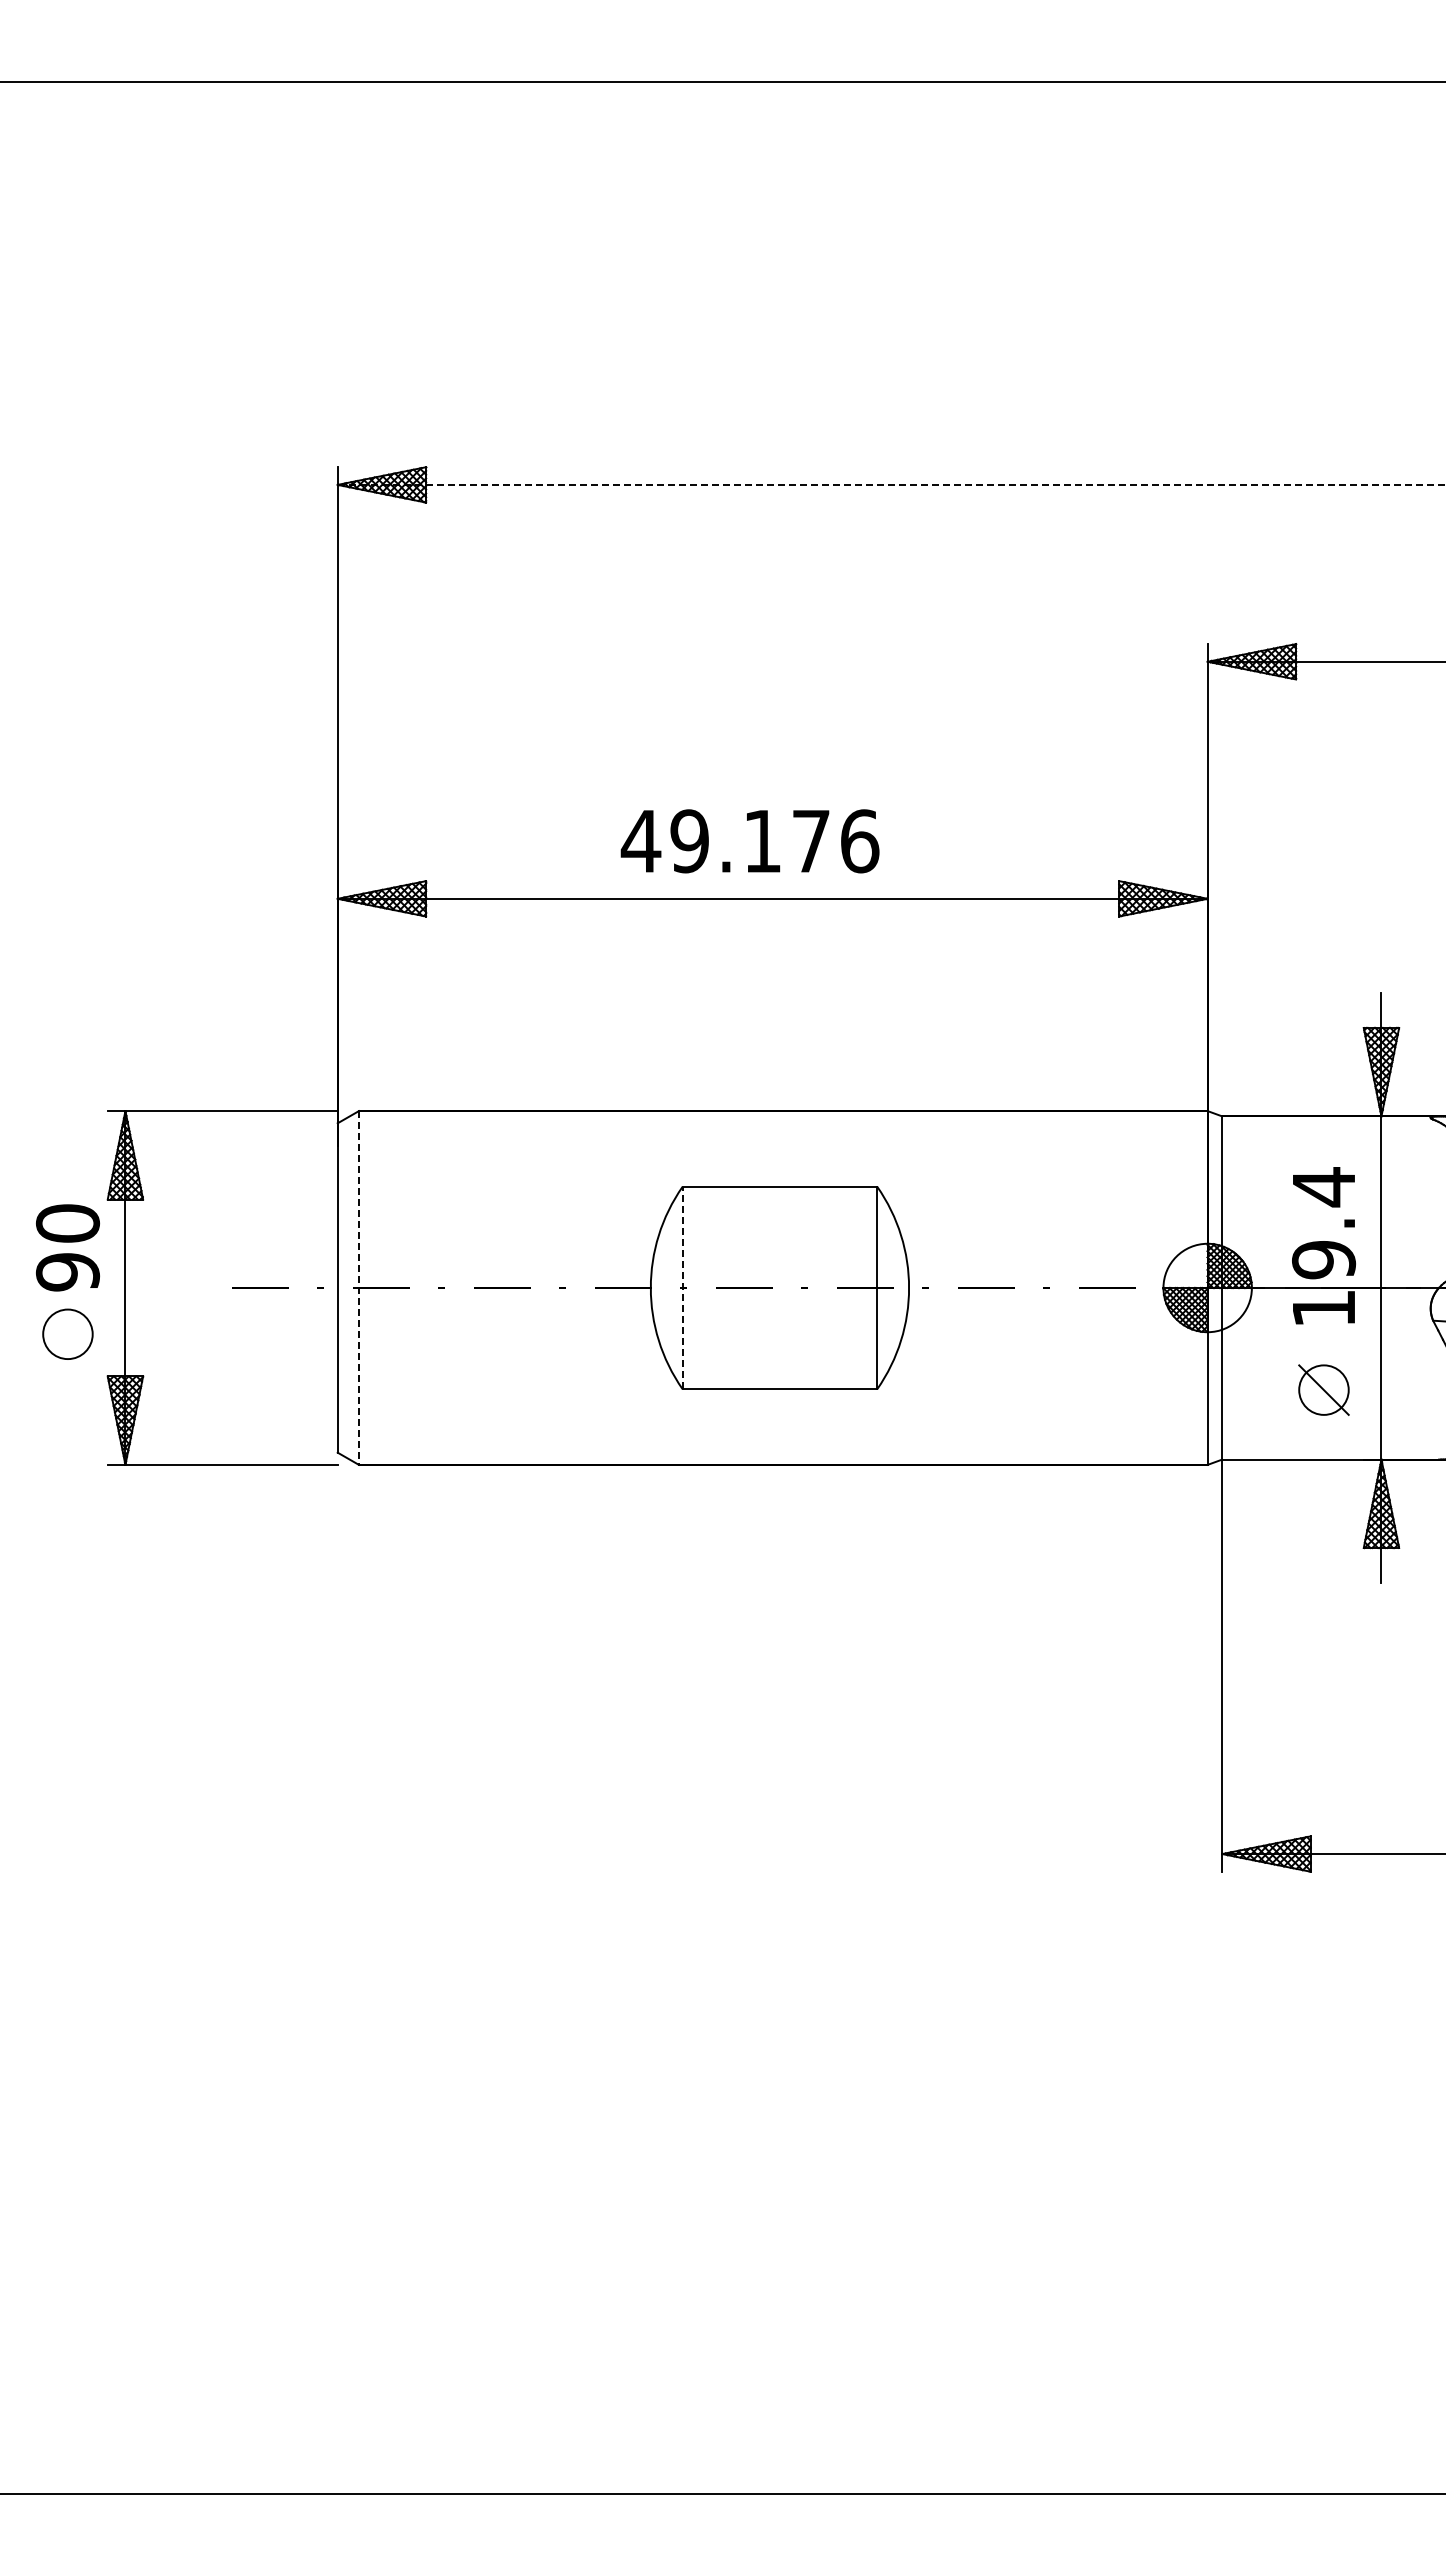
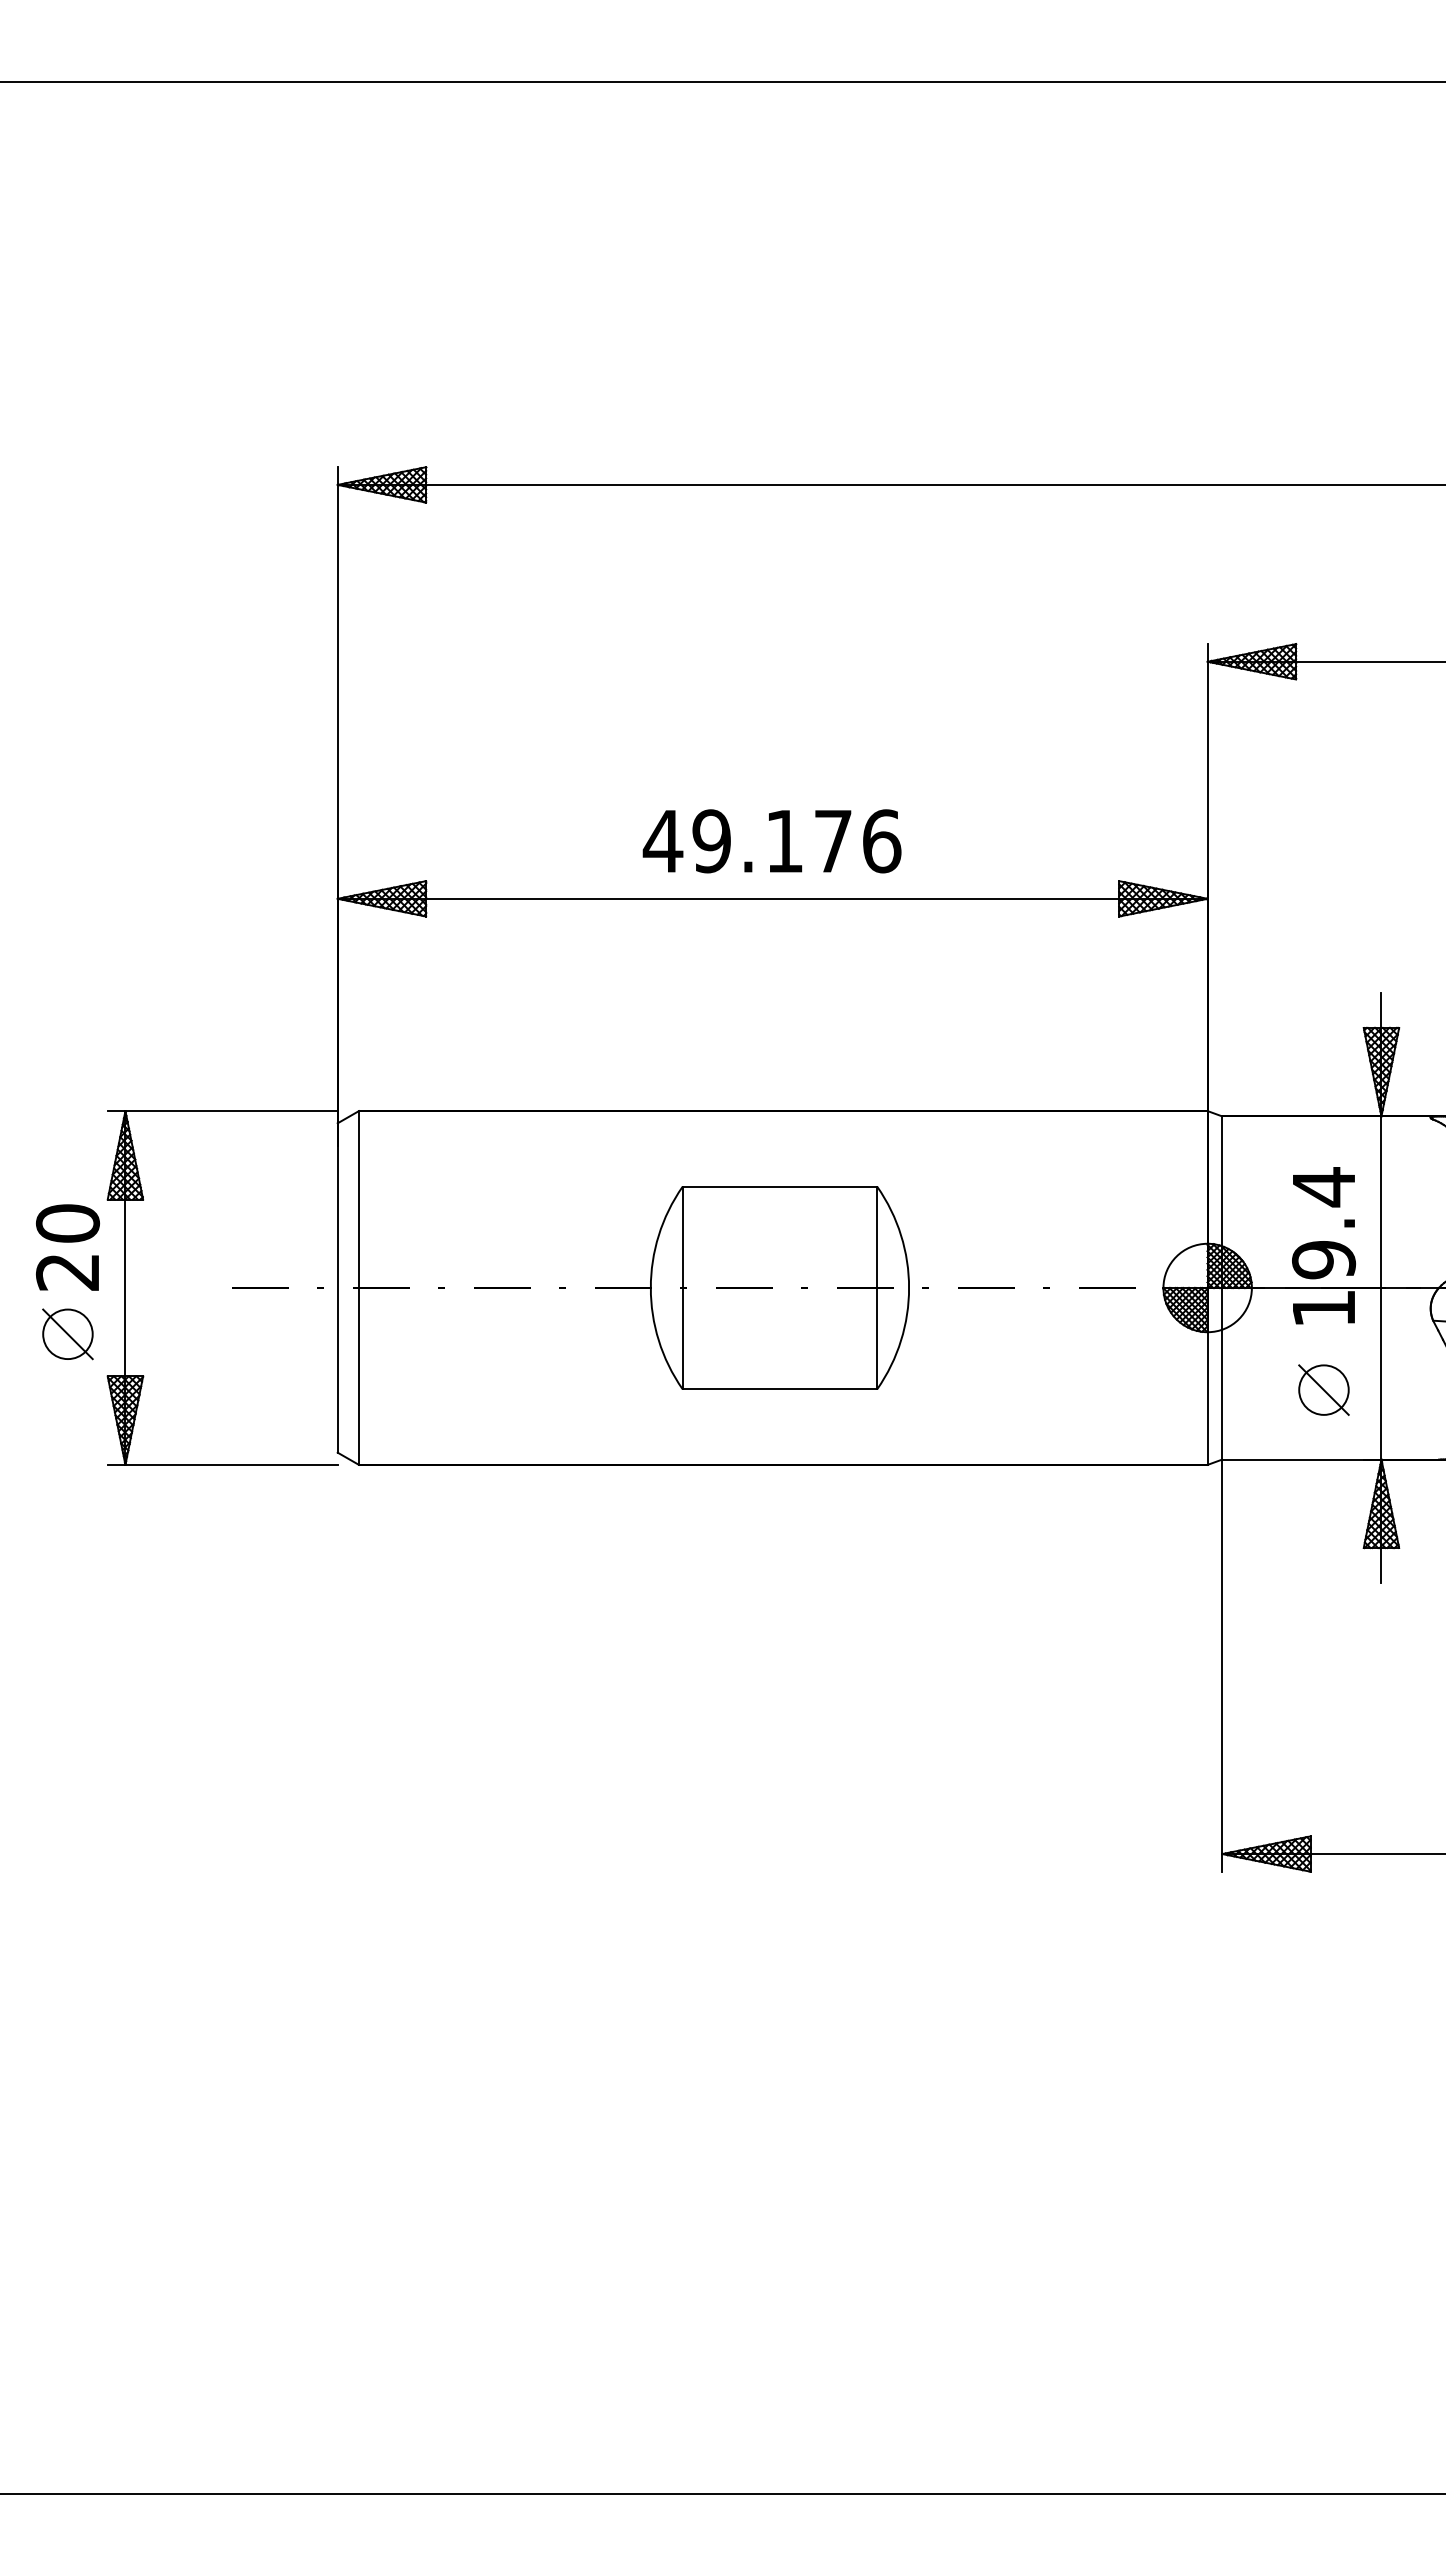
line at (891, 484): dashed -> solid
text at (749, 841) position: (749, 841) -> (771, 841)
text at (68, 1272): 90 -> 20
line at (682, 1287): dashed -> solid
line at (358, 1288): dashed -> solid
line at (67, 1334): none -> present
